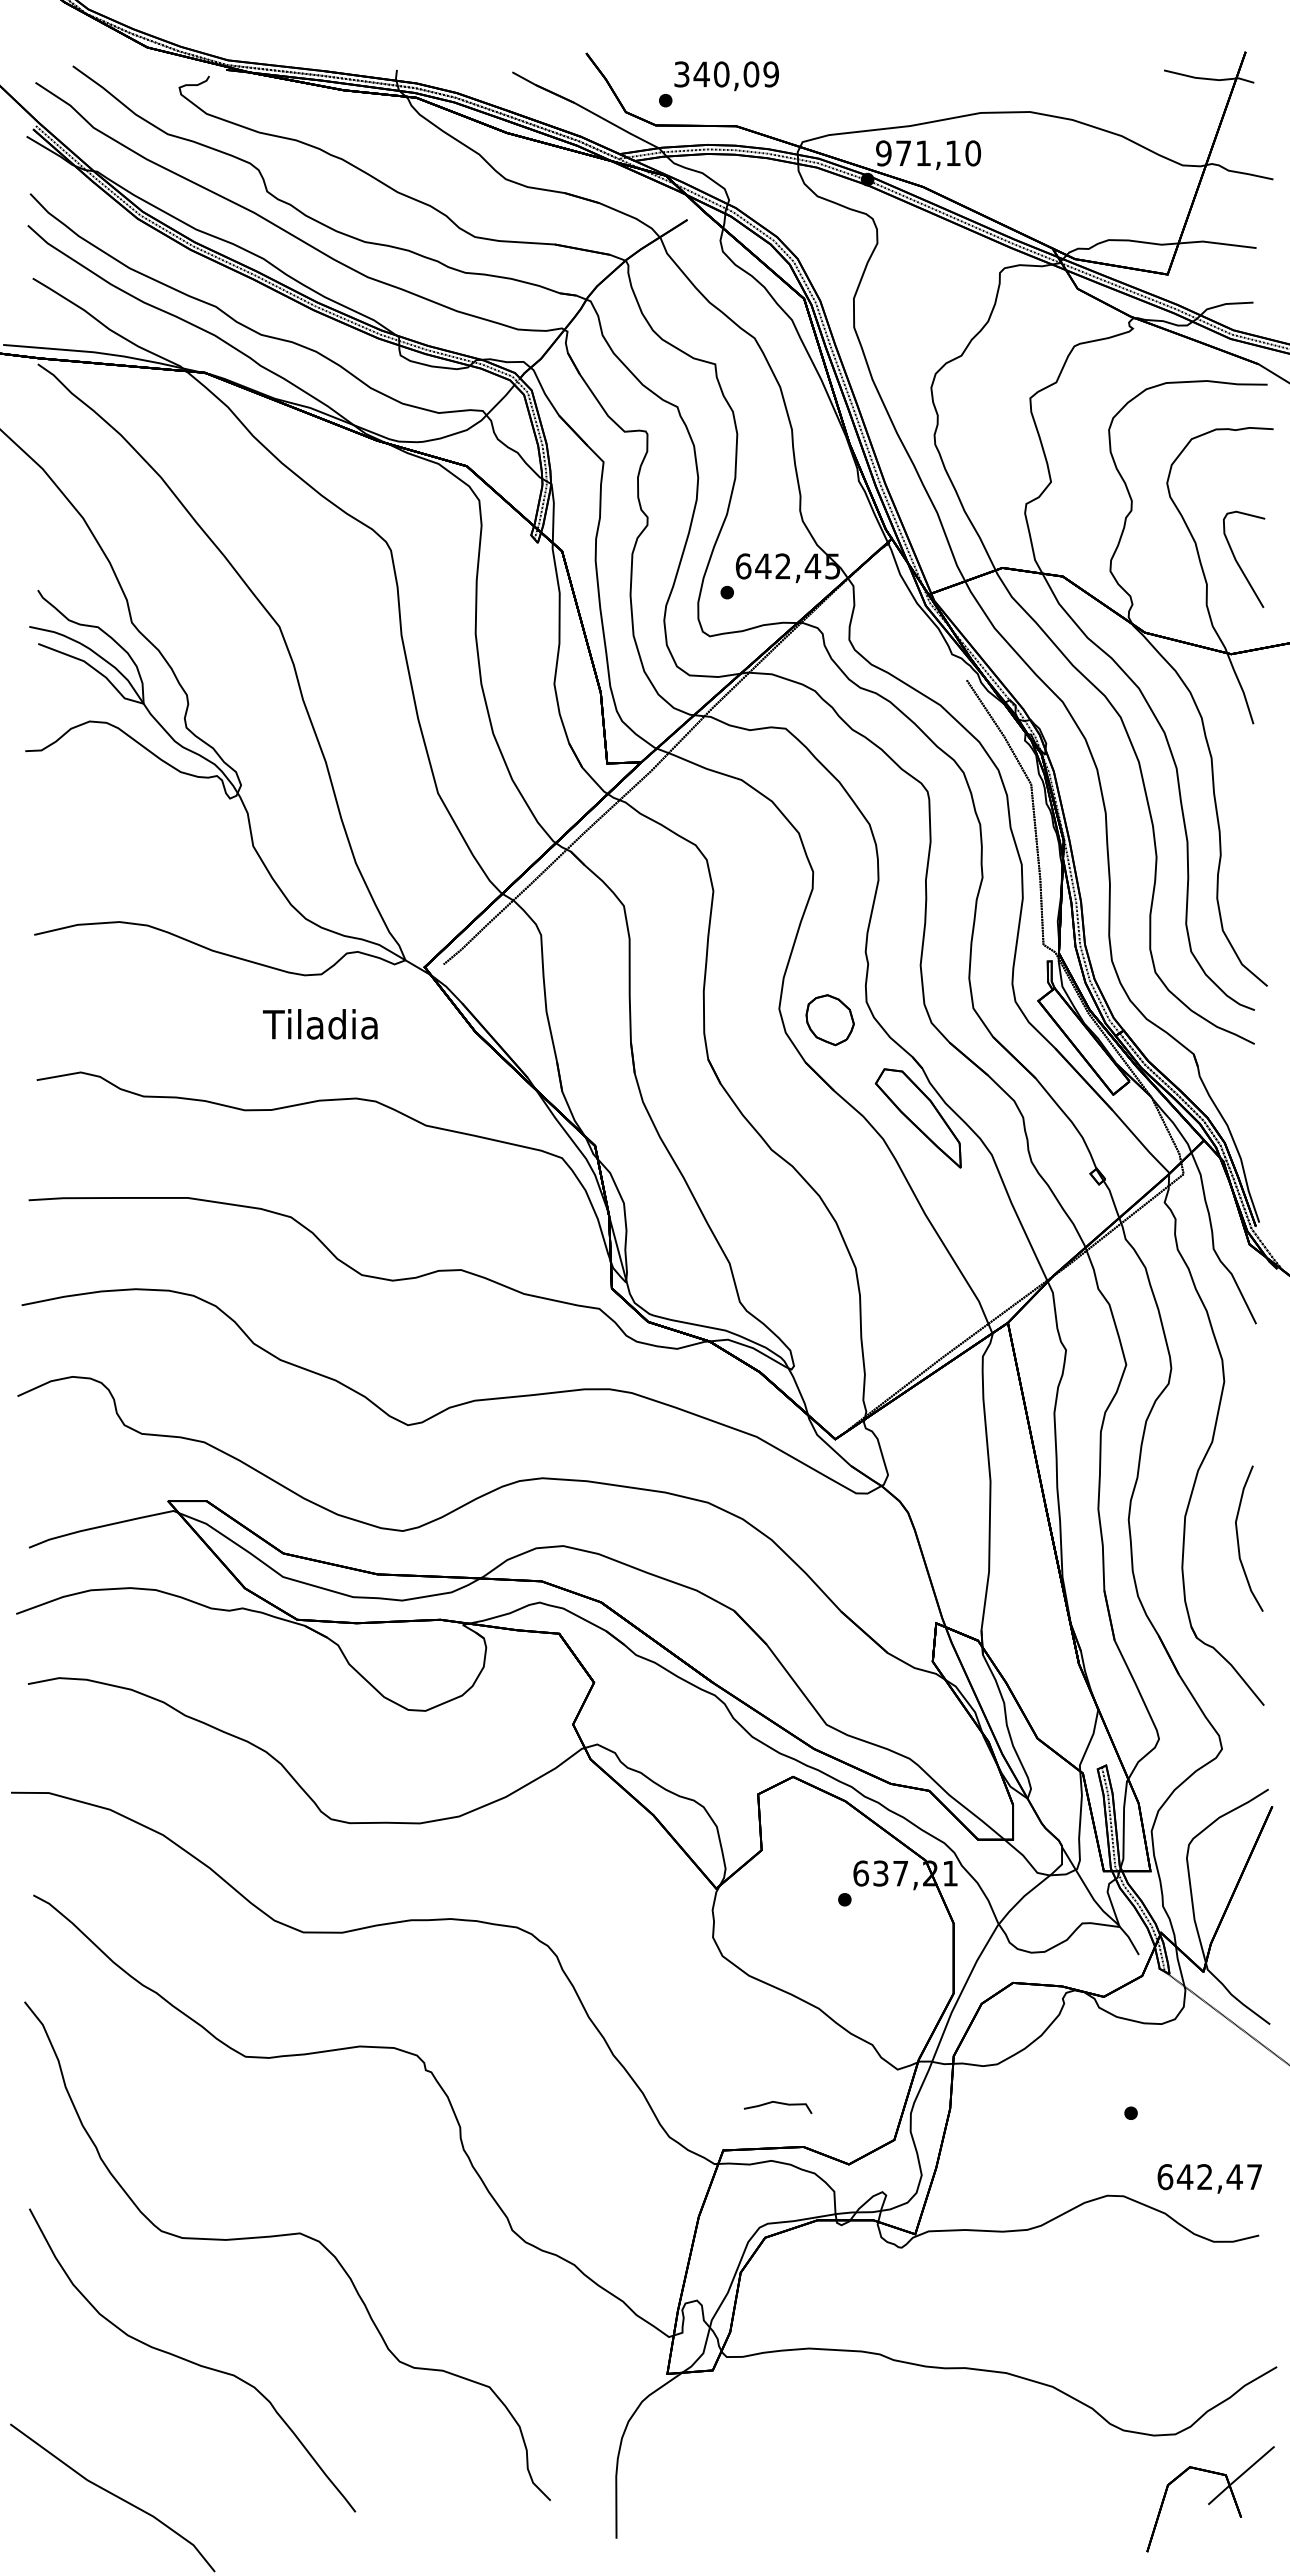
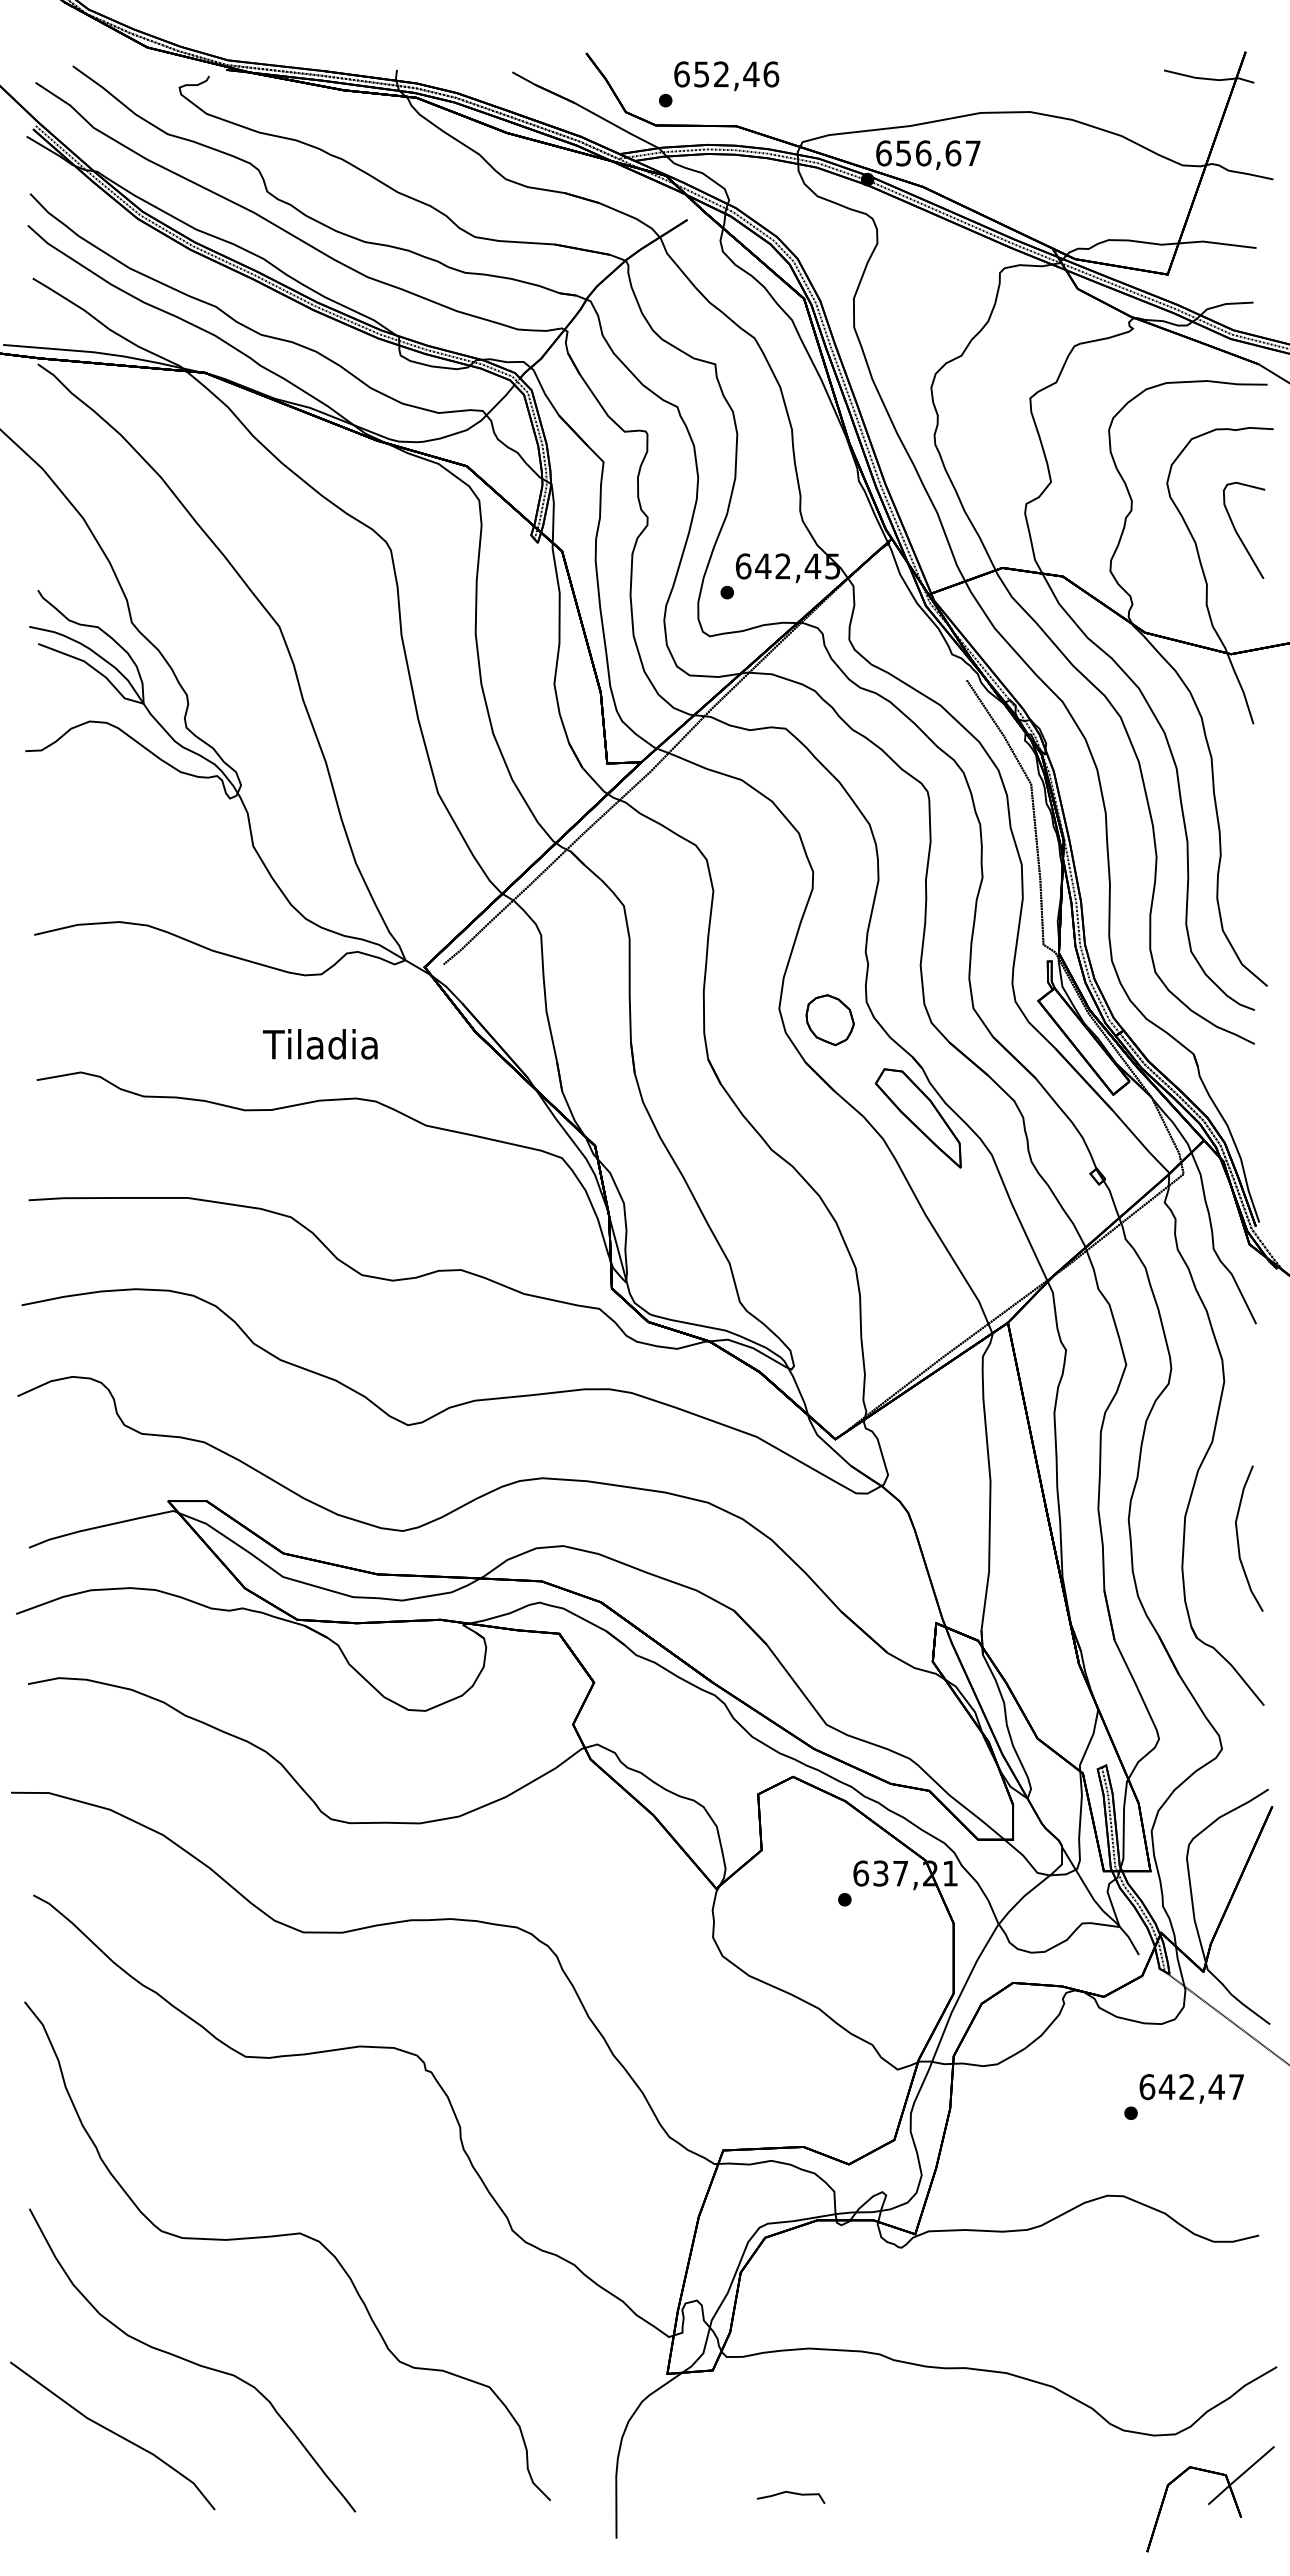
text at (726, 74): 340,09 -> 652,46
text at (928, 153): 971,10 -> 656,67
part at (1238, 562) position: (1238, 562) -> (1238, 533)
text at (320, 1024) position: (320, 1024) -> (320, 1044)
curve at (777, 2103) position: (777, 2103) -> (790, 2493)
text at (1209, 2178) position: (1209, 2178) -> (1191, 2088)
part at (112, 2497) position: (112, 2497) -> (112, 2435)
